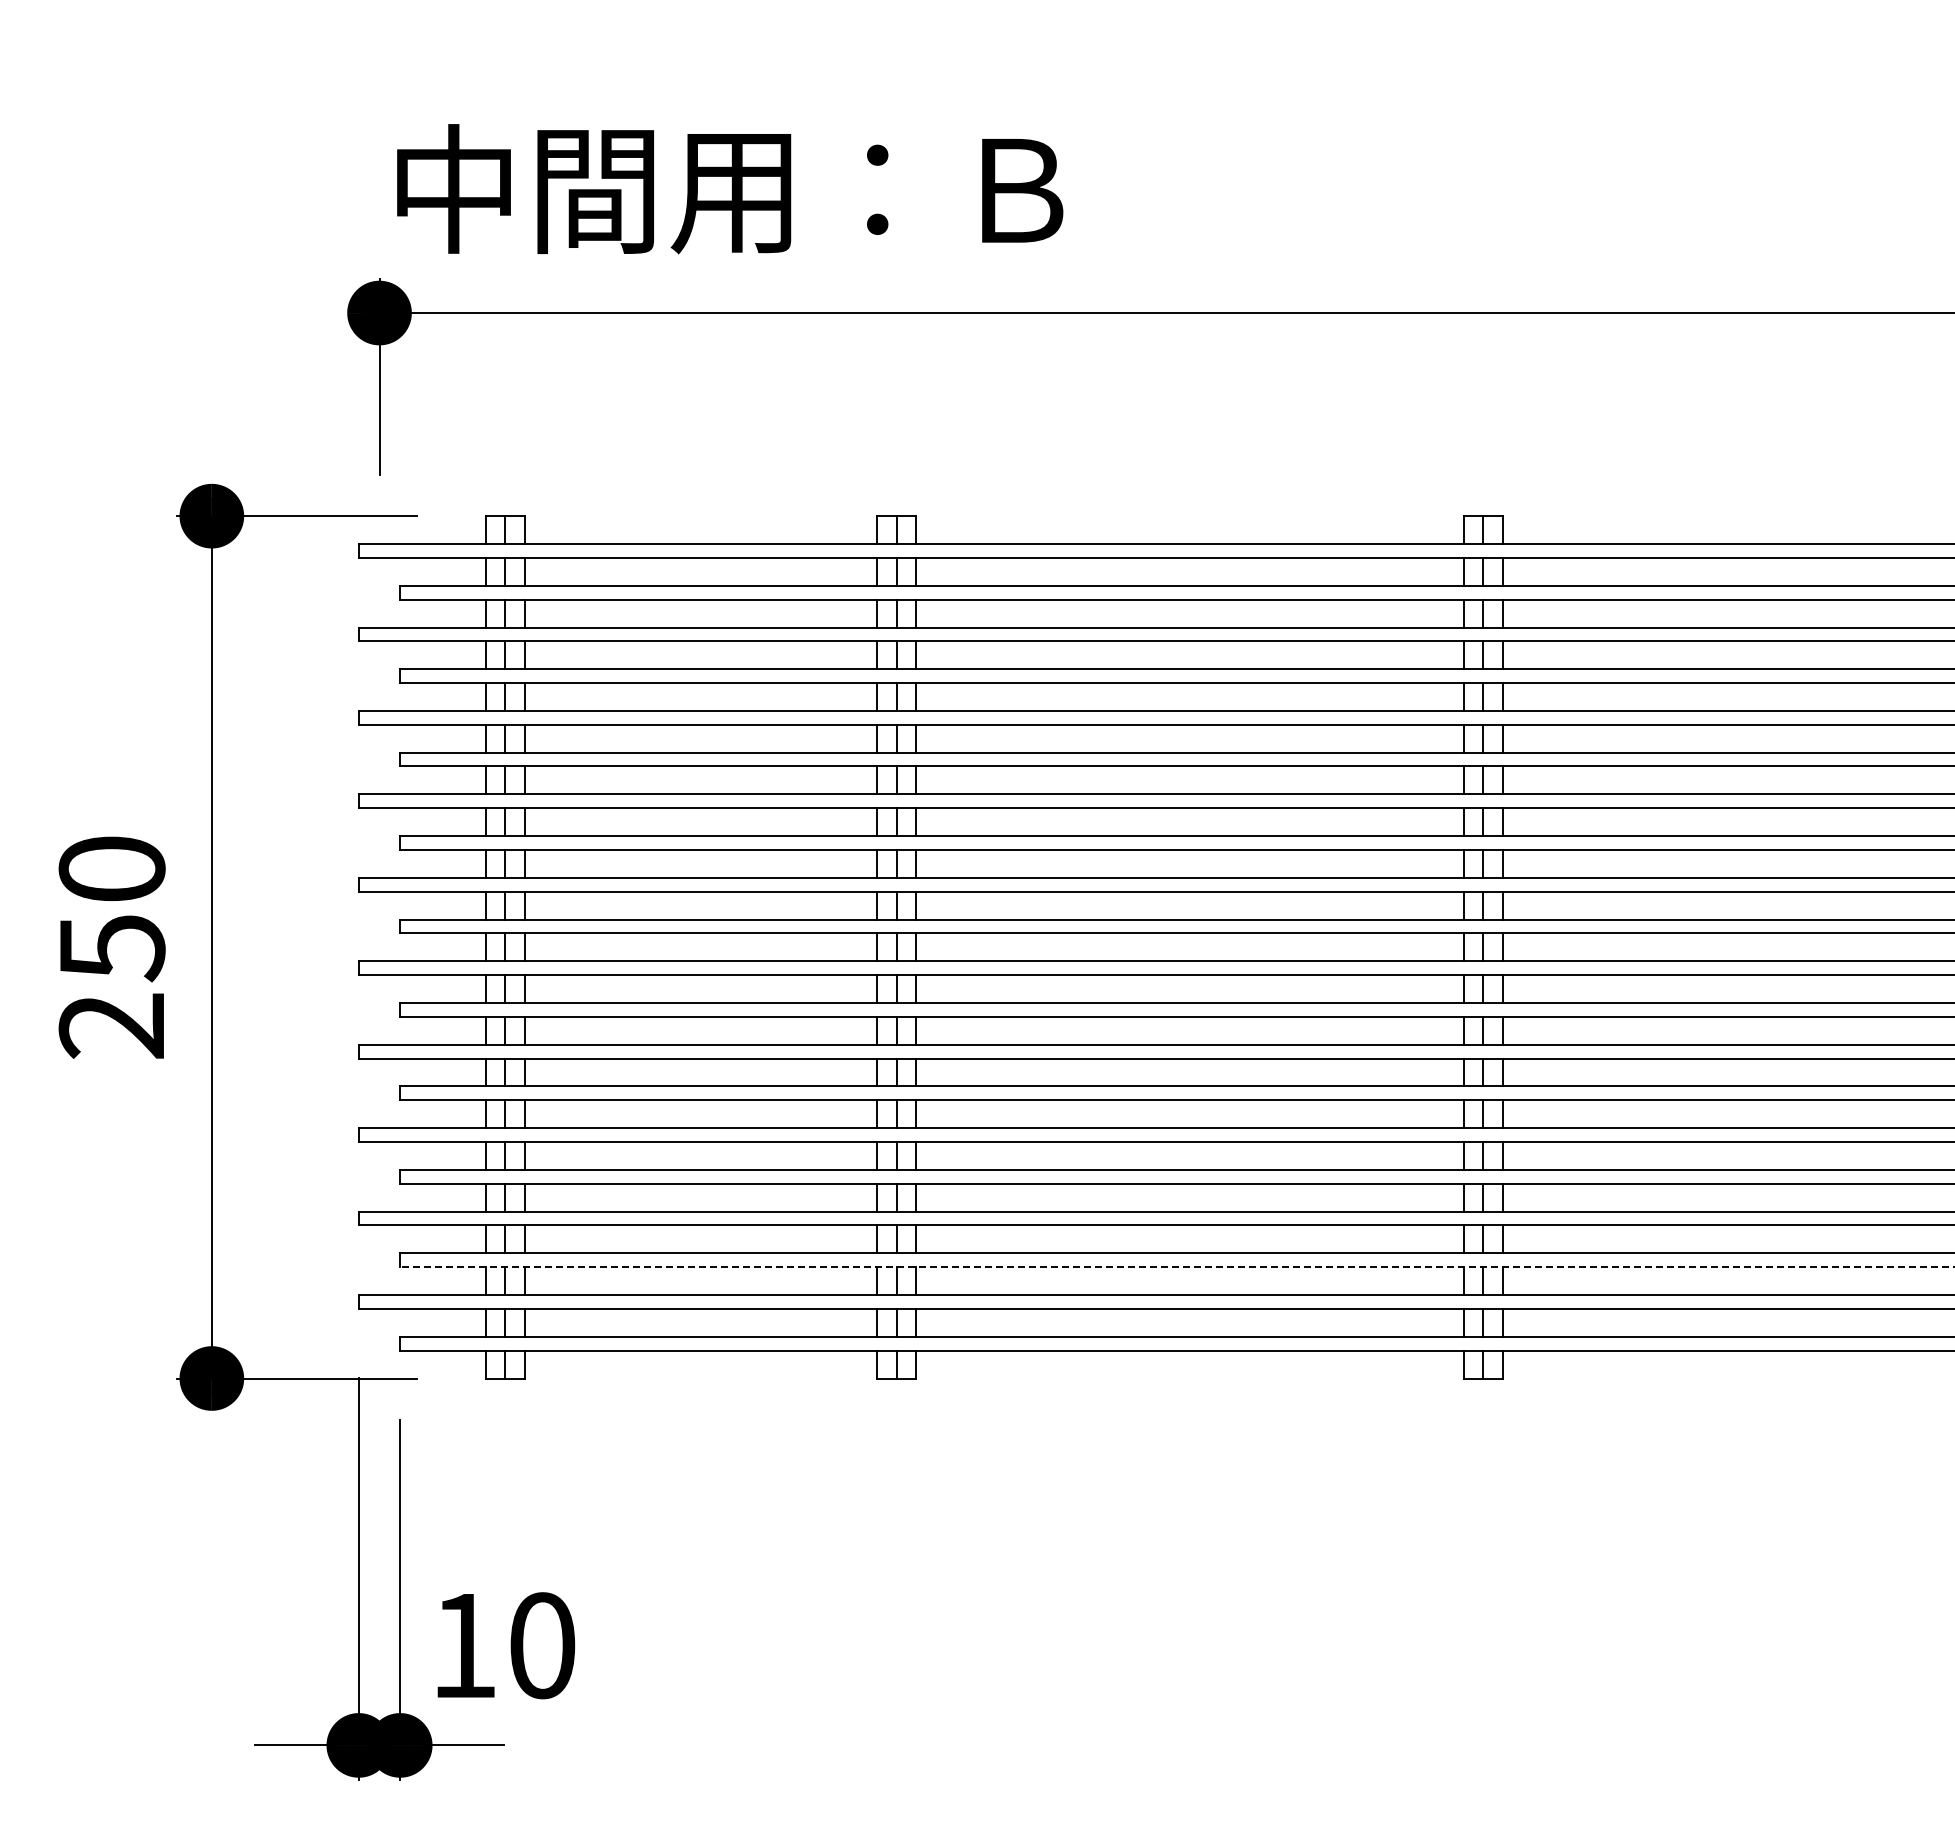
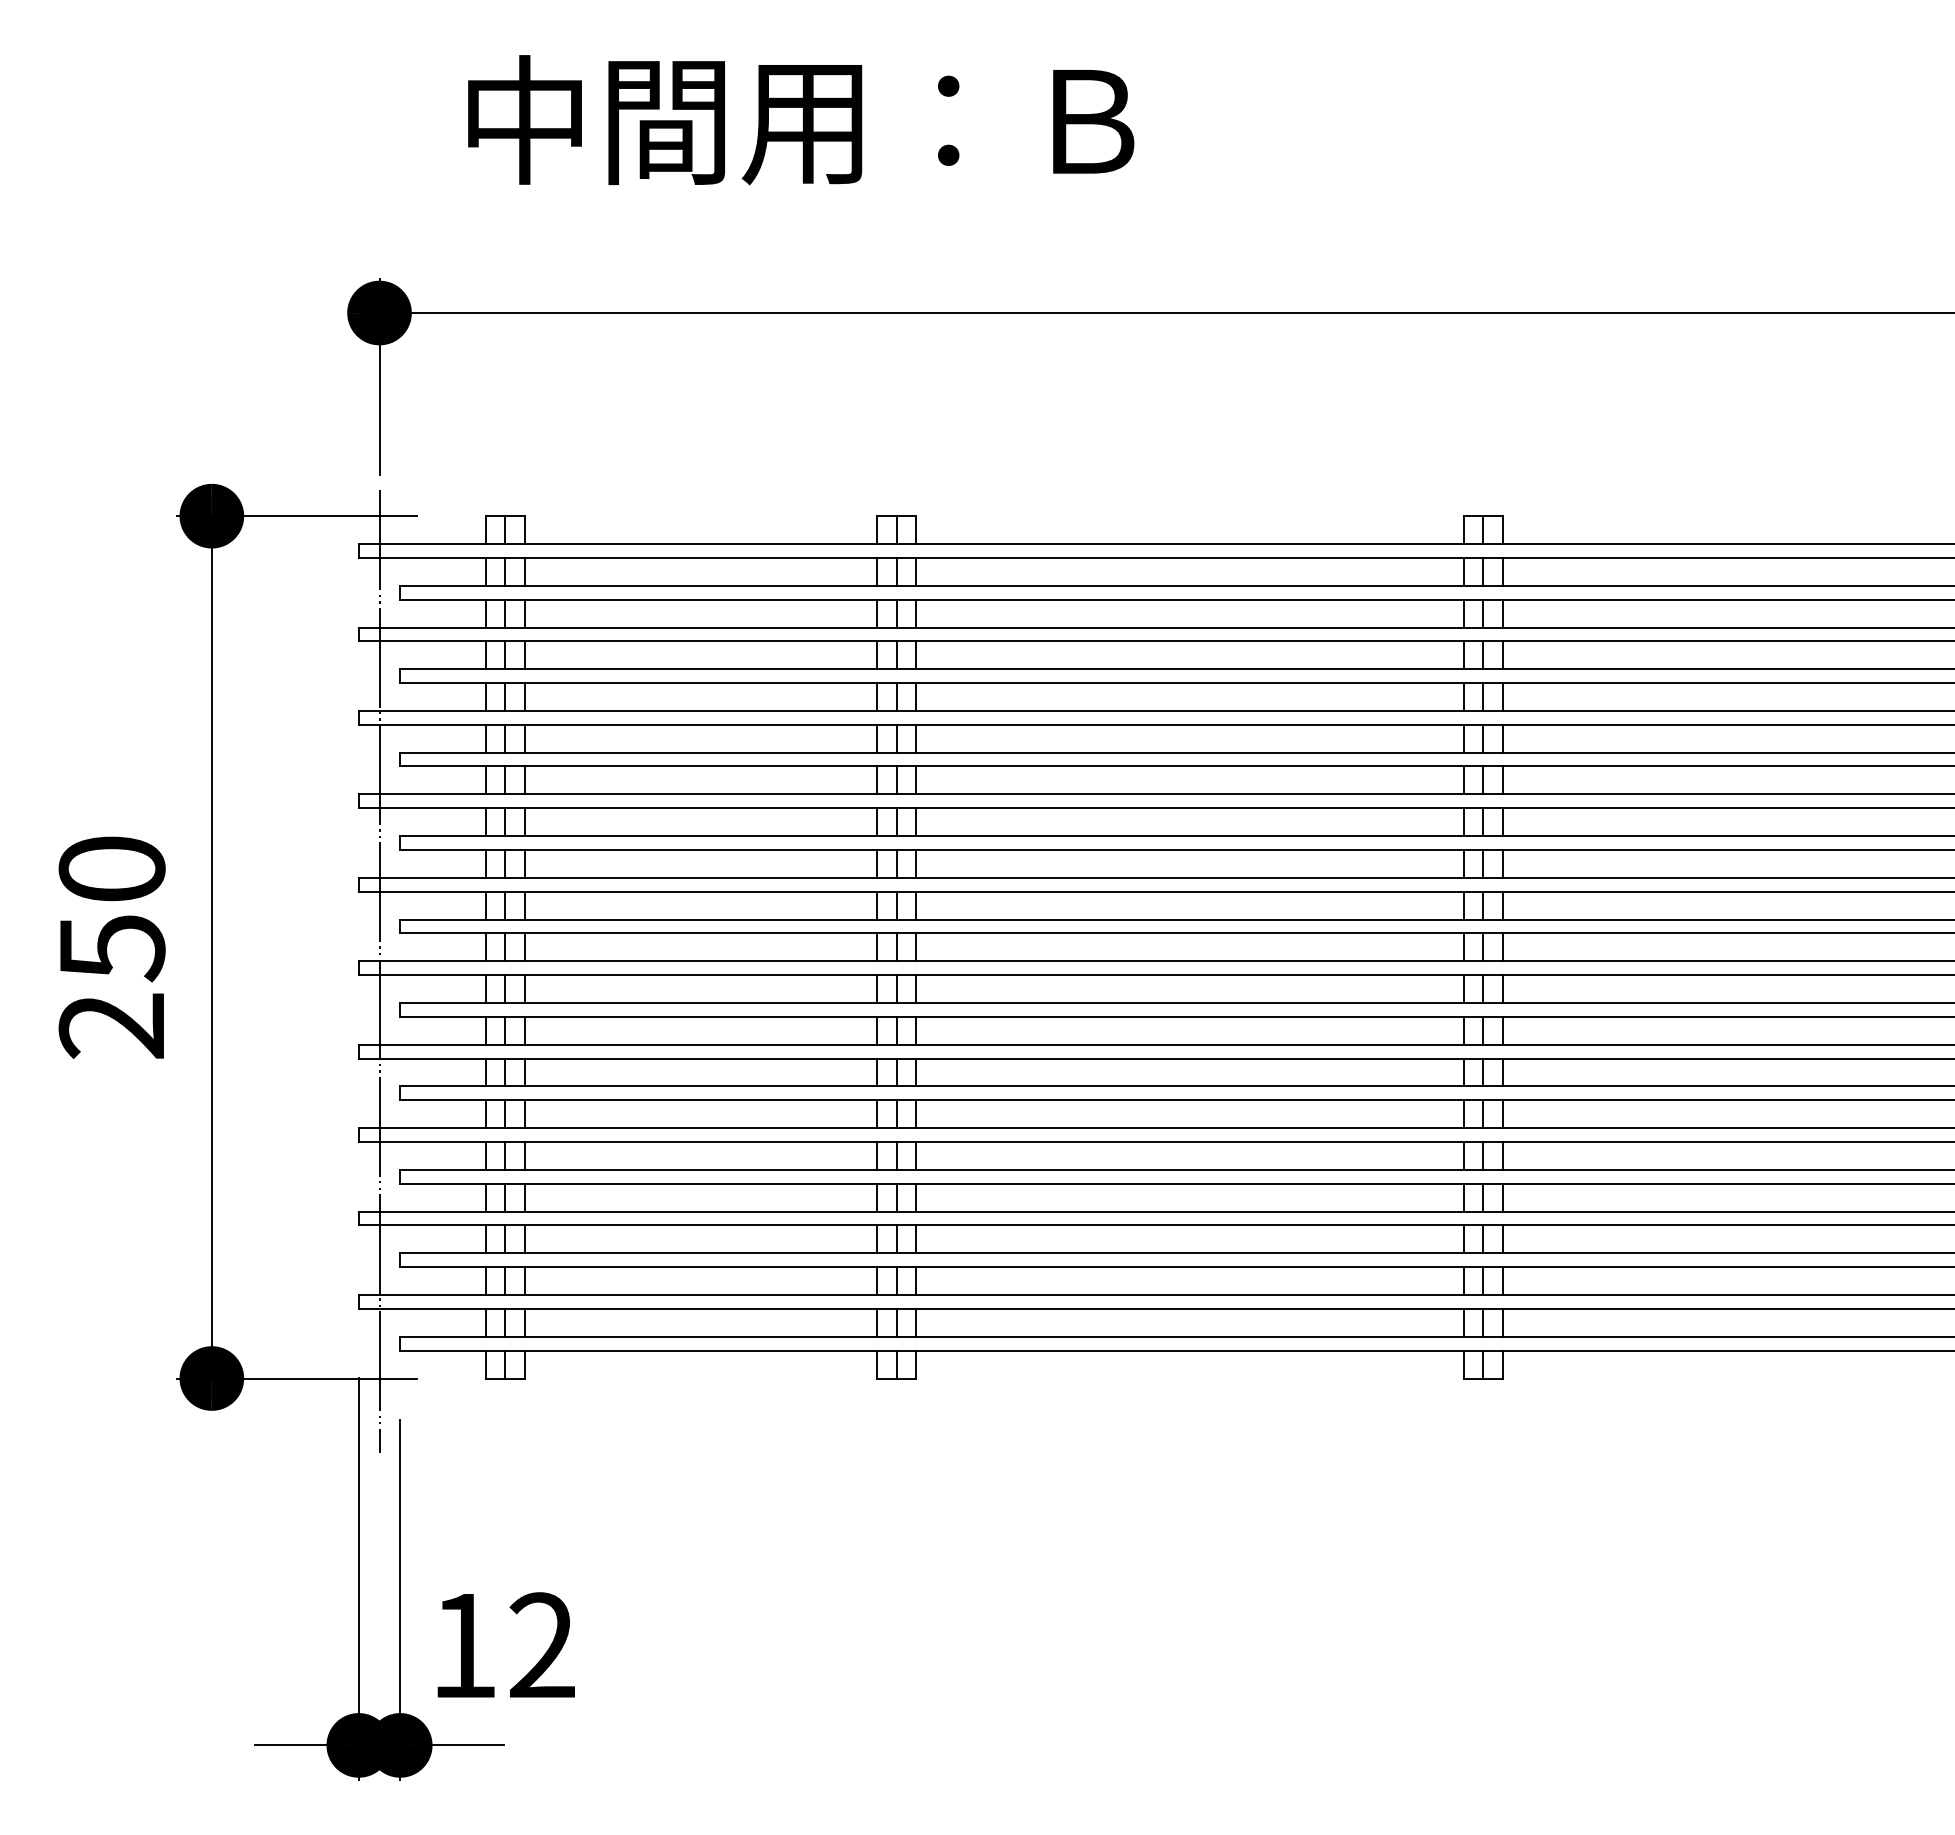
text at (730, 189) position: (730, 189) -> (801, 120)
line at (379, 971): none -> present
line at (1177, 1267): dashed -> solid
text at (542, 1645): 10 -> 12
